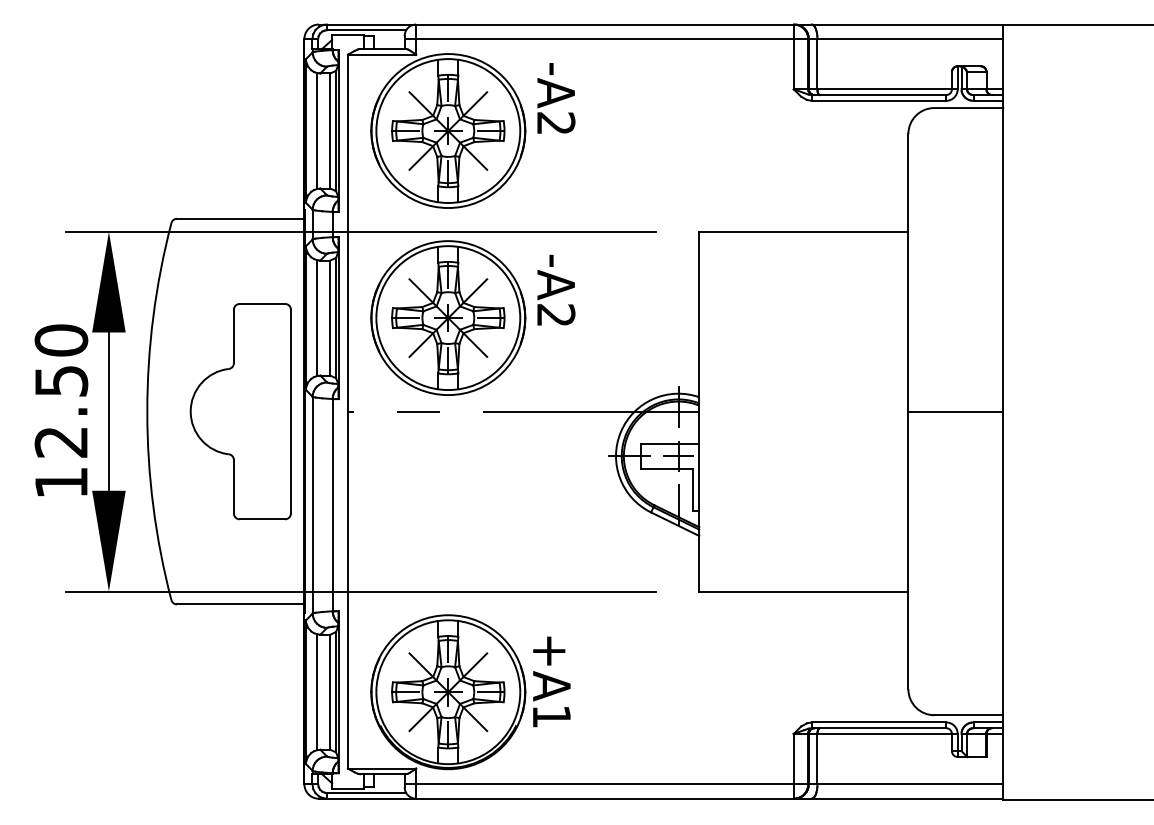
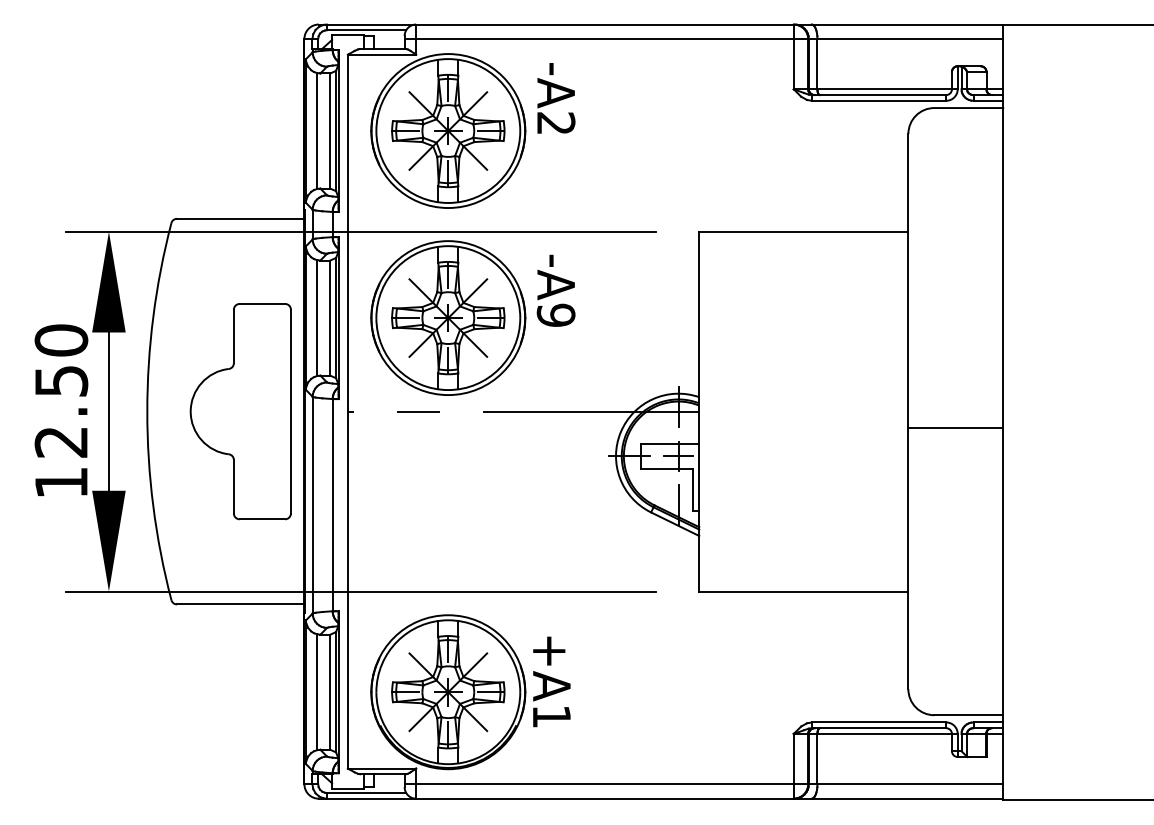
text at (555, 314): -A2 -> -A9
line at (955, 411) position: (955, 411) -> (955, 427)
